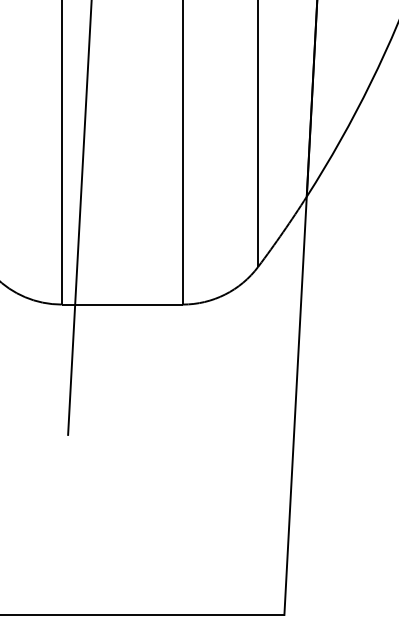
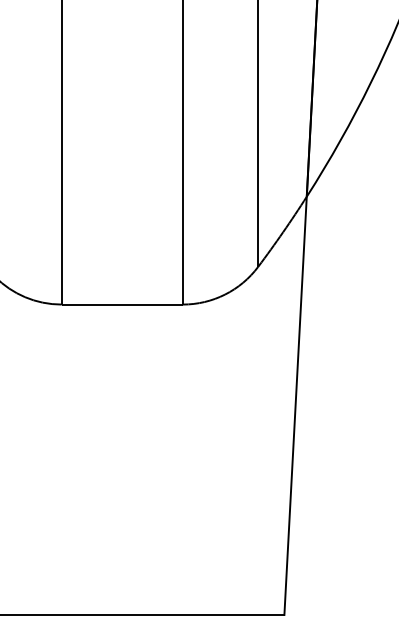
line at (79, 218): present -> none
